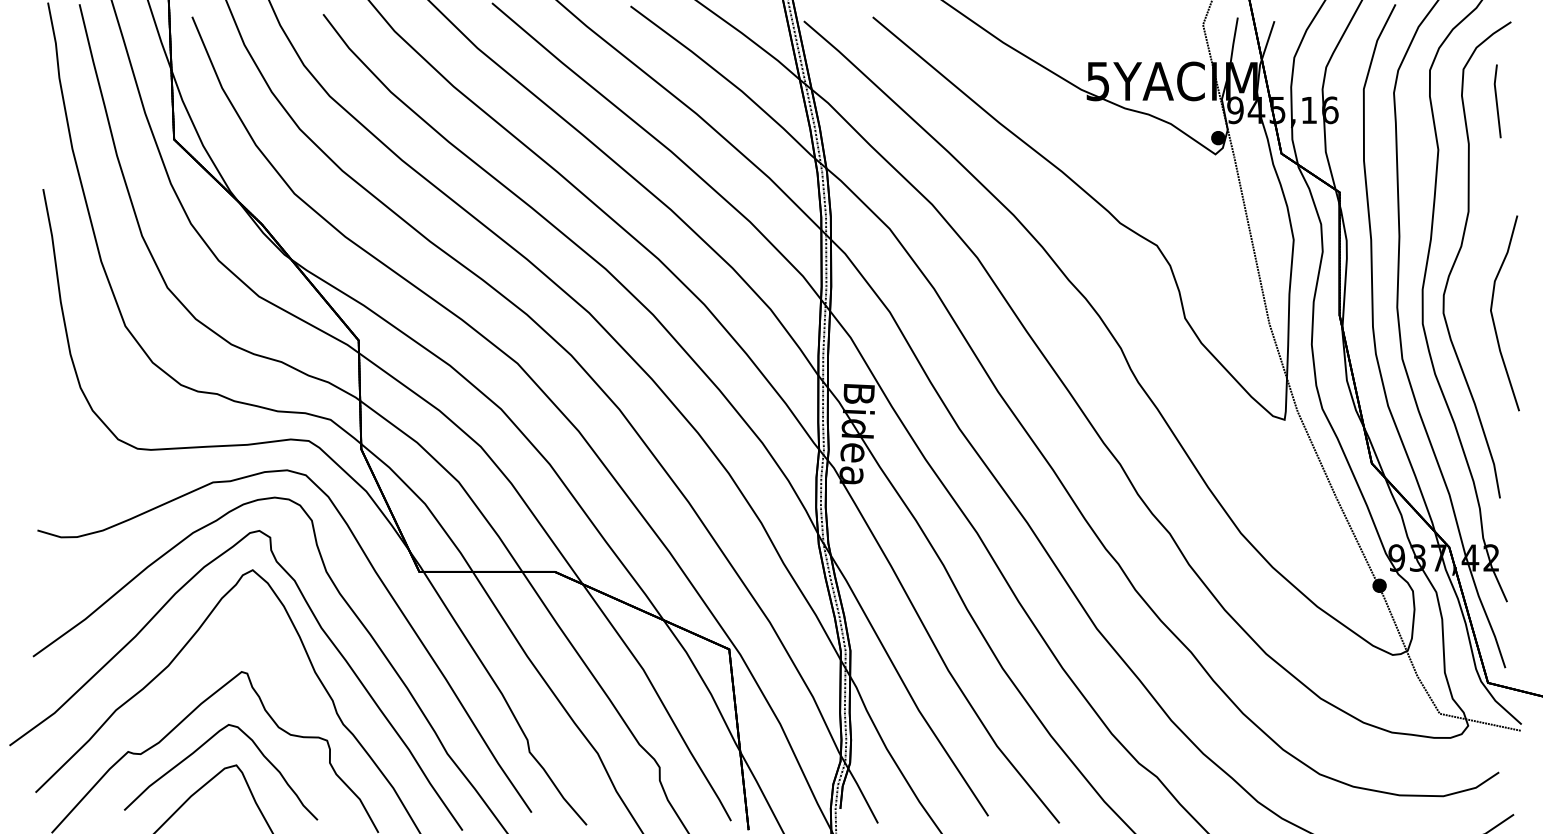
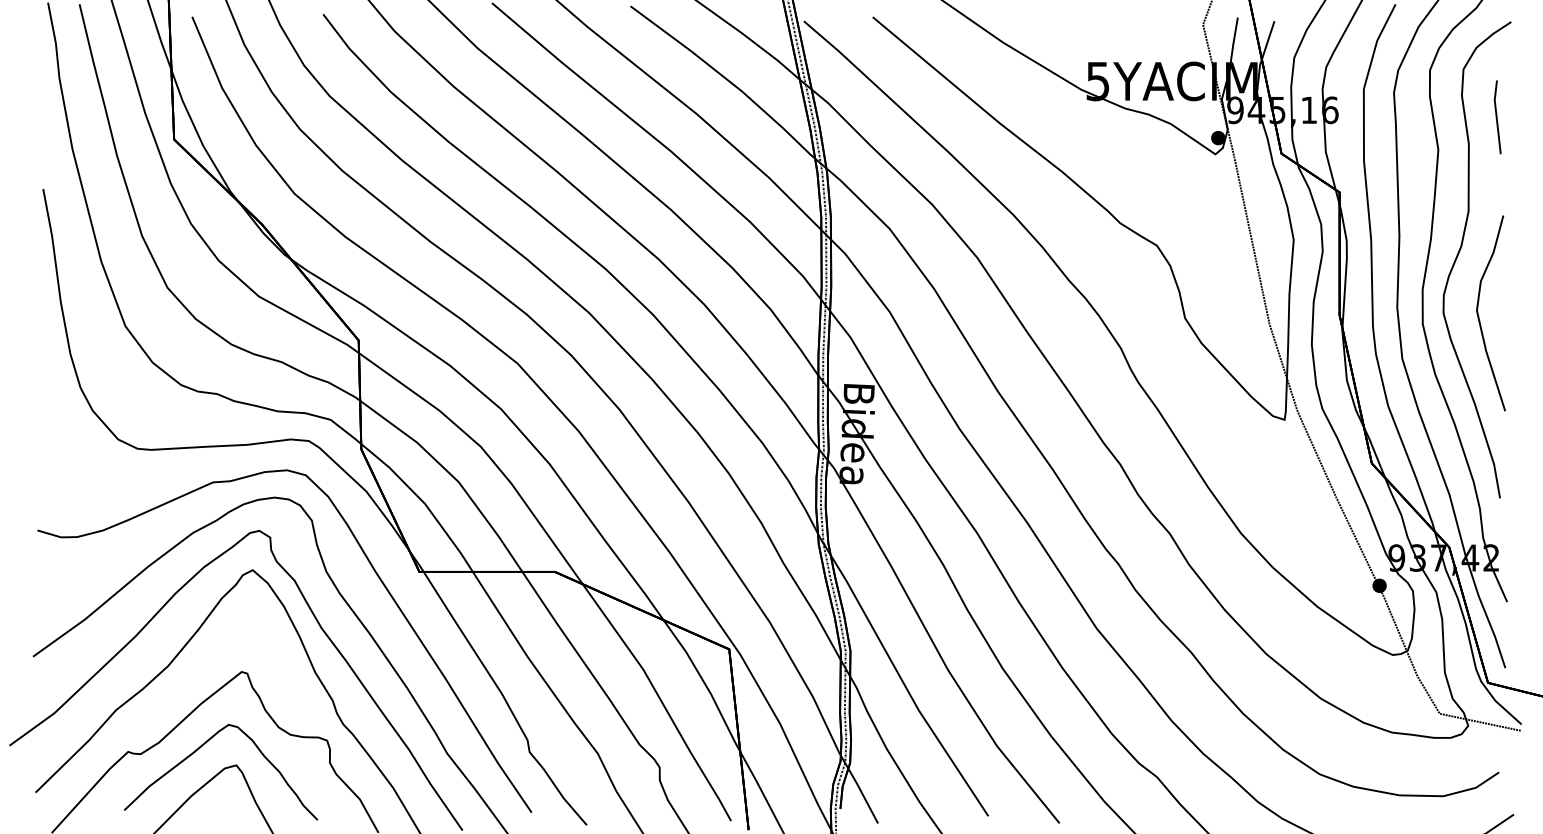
line at (1497, 101) position: (1497, 101) -> (1497, 117)
curve at (1493, 316) position: (1493, 316) -> (1479, 316)
